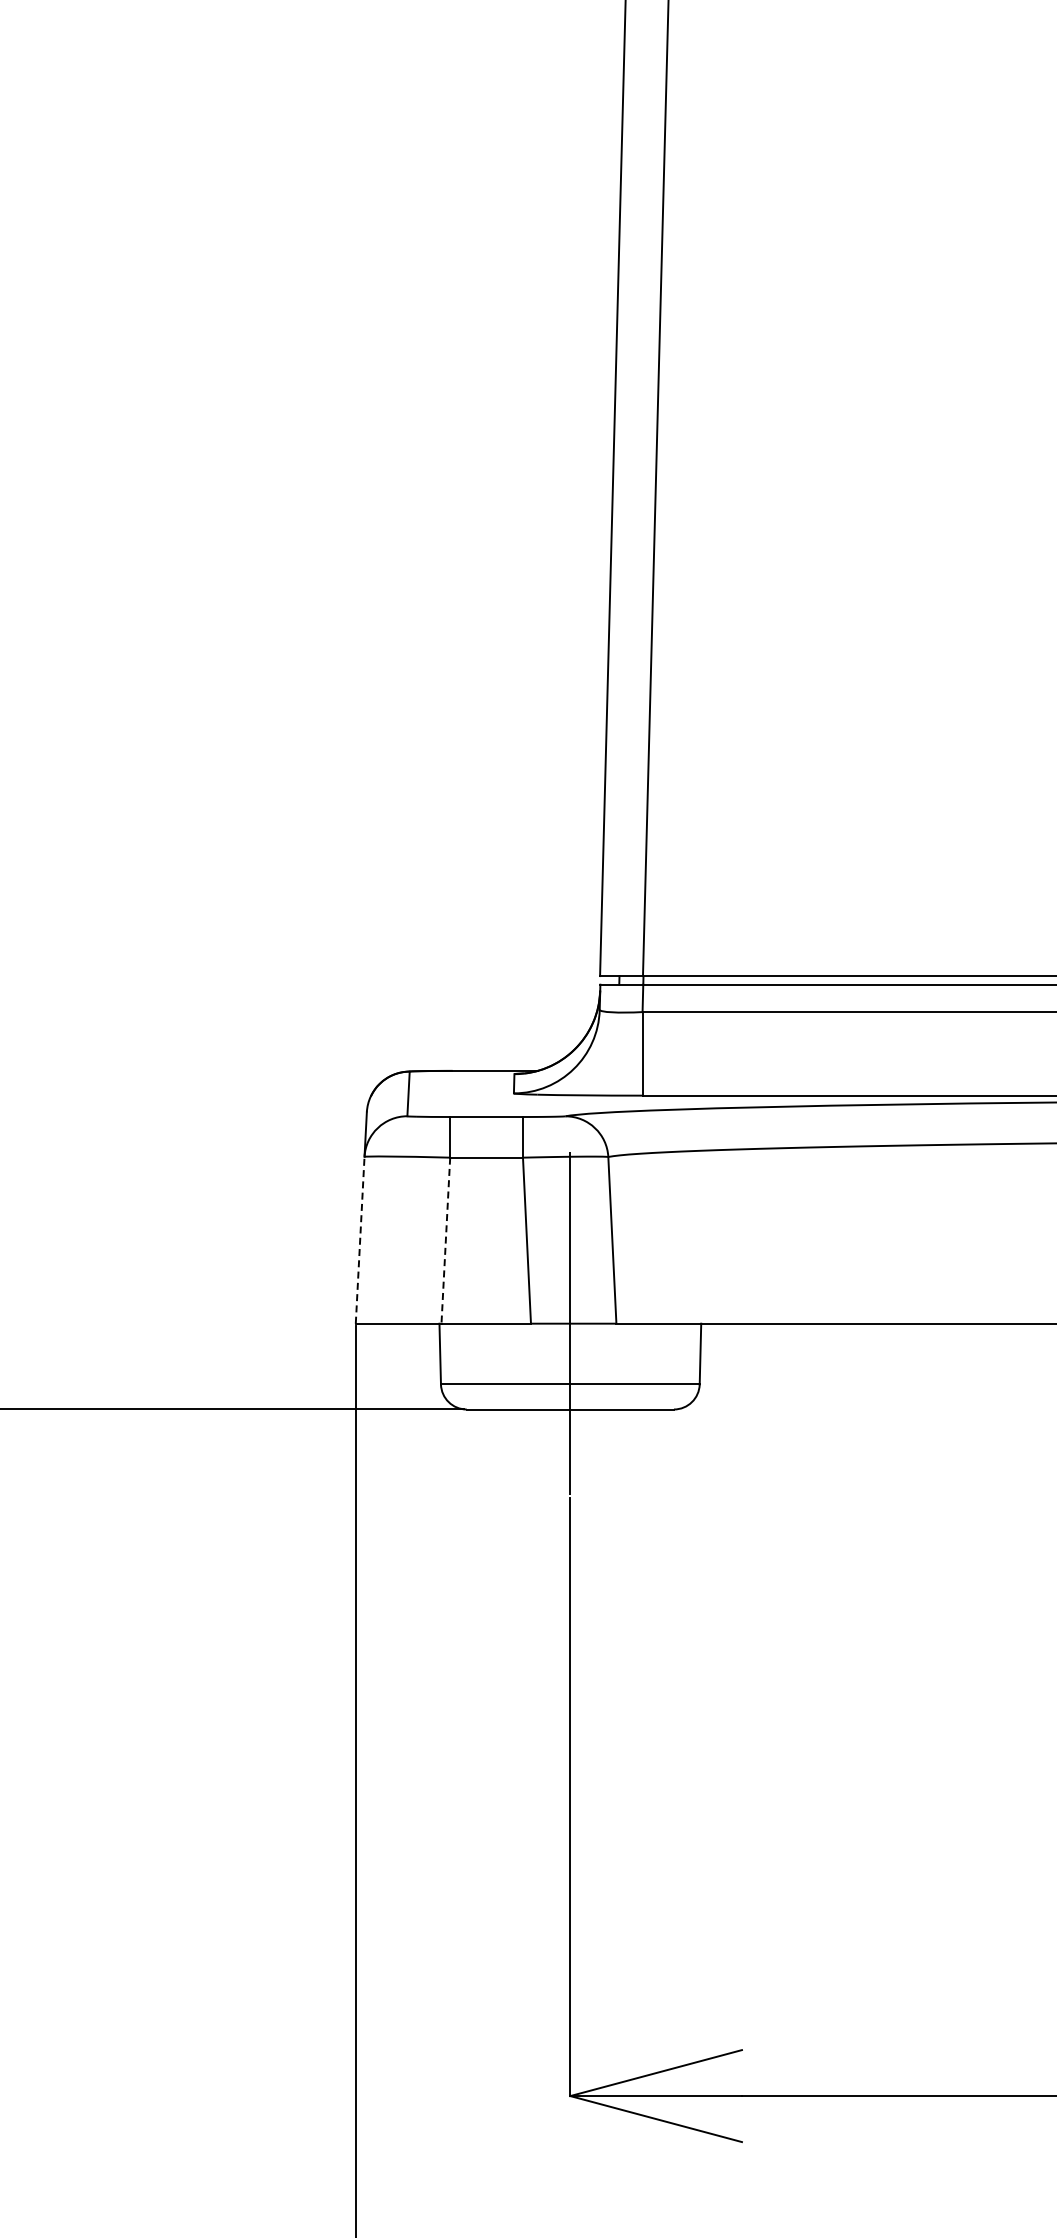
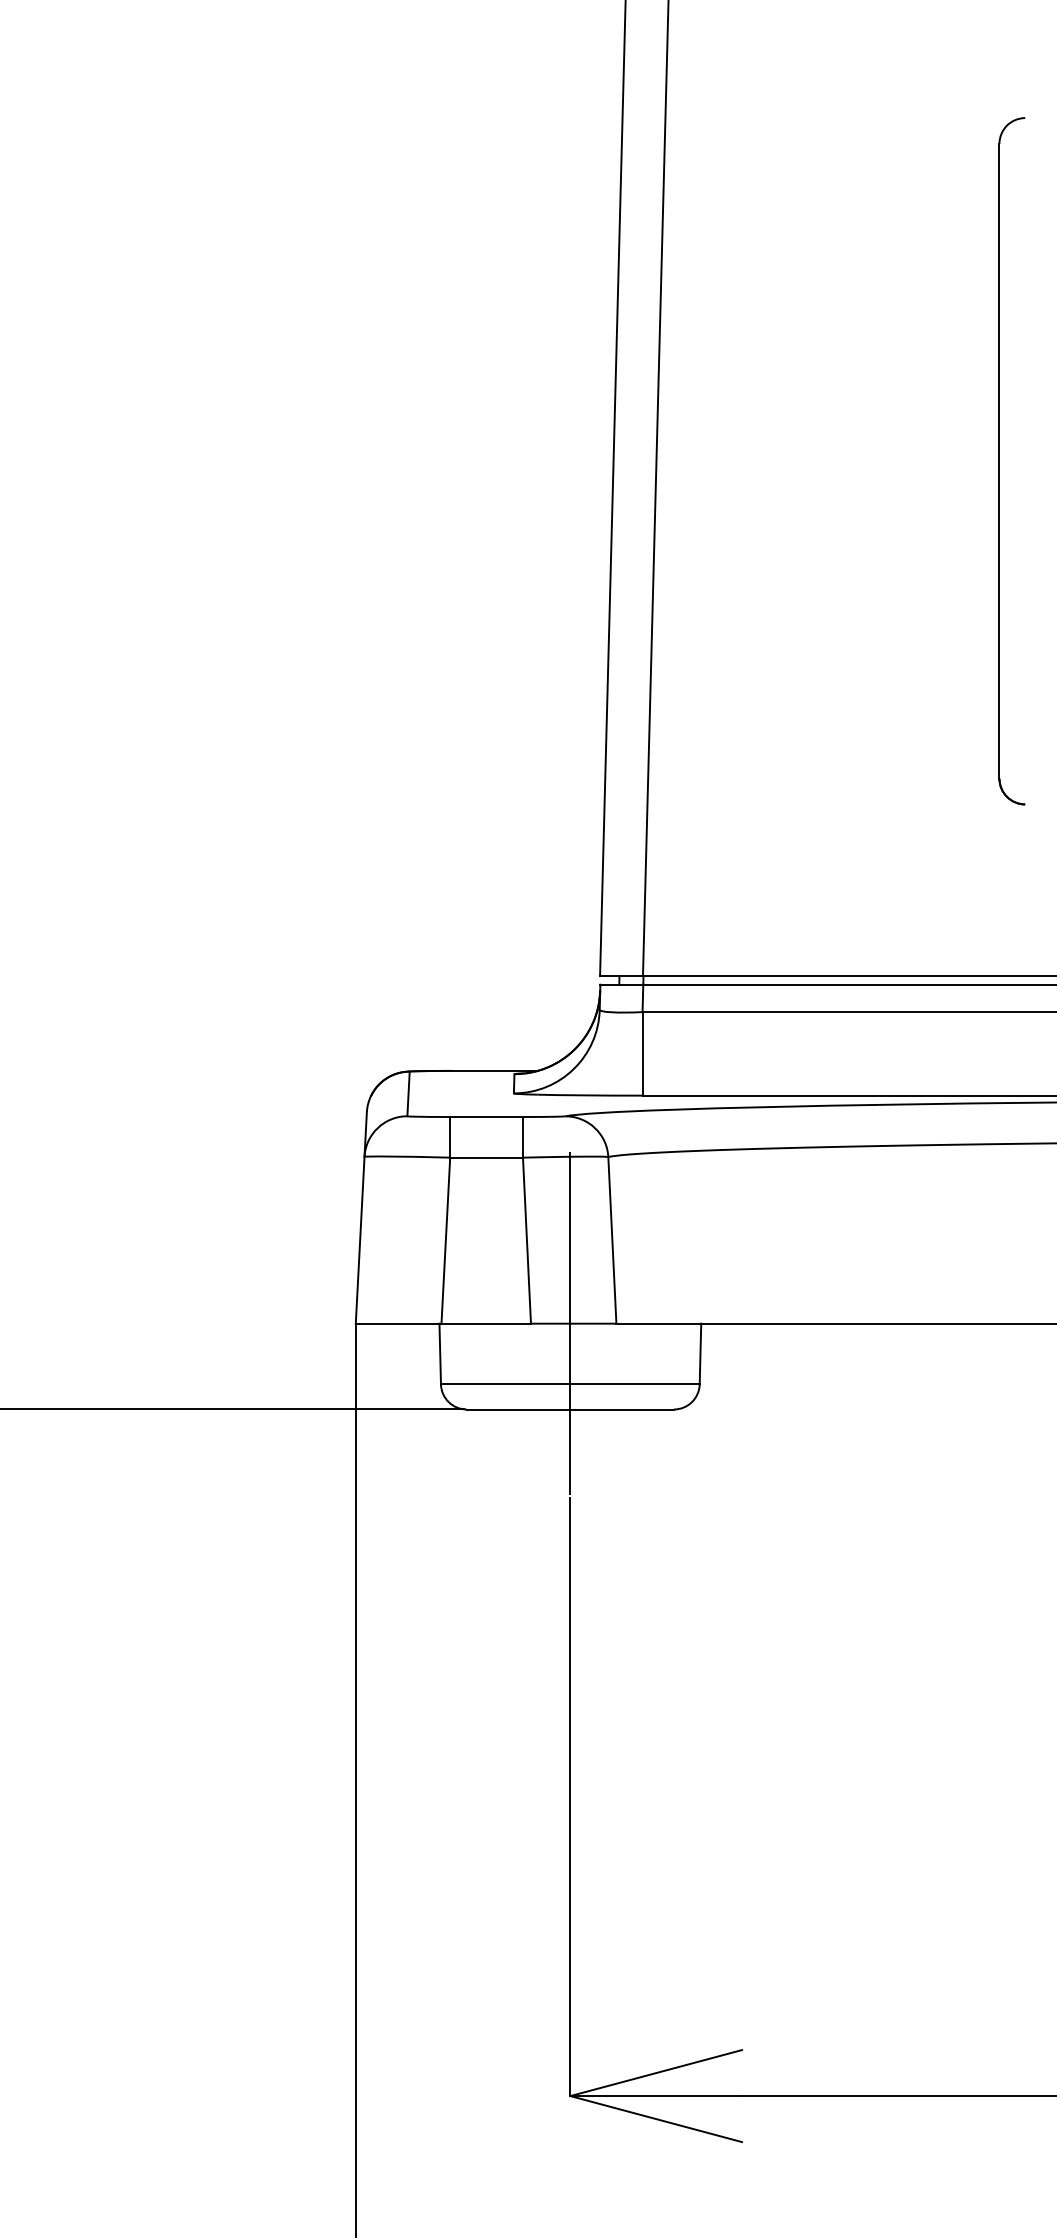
part at (999, 461): none -> present
line at (360, 1239): dashed -> solid
line at (445, 1241): dashed -> solid
